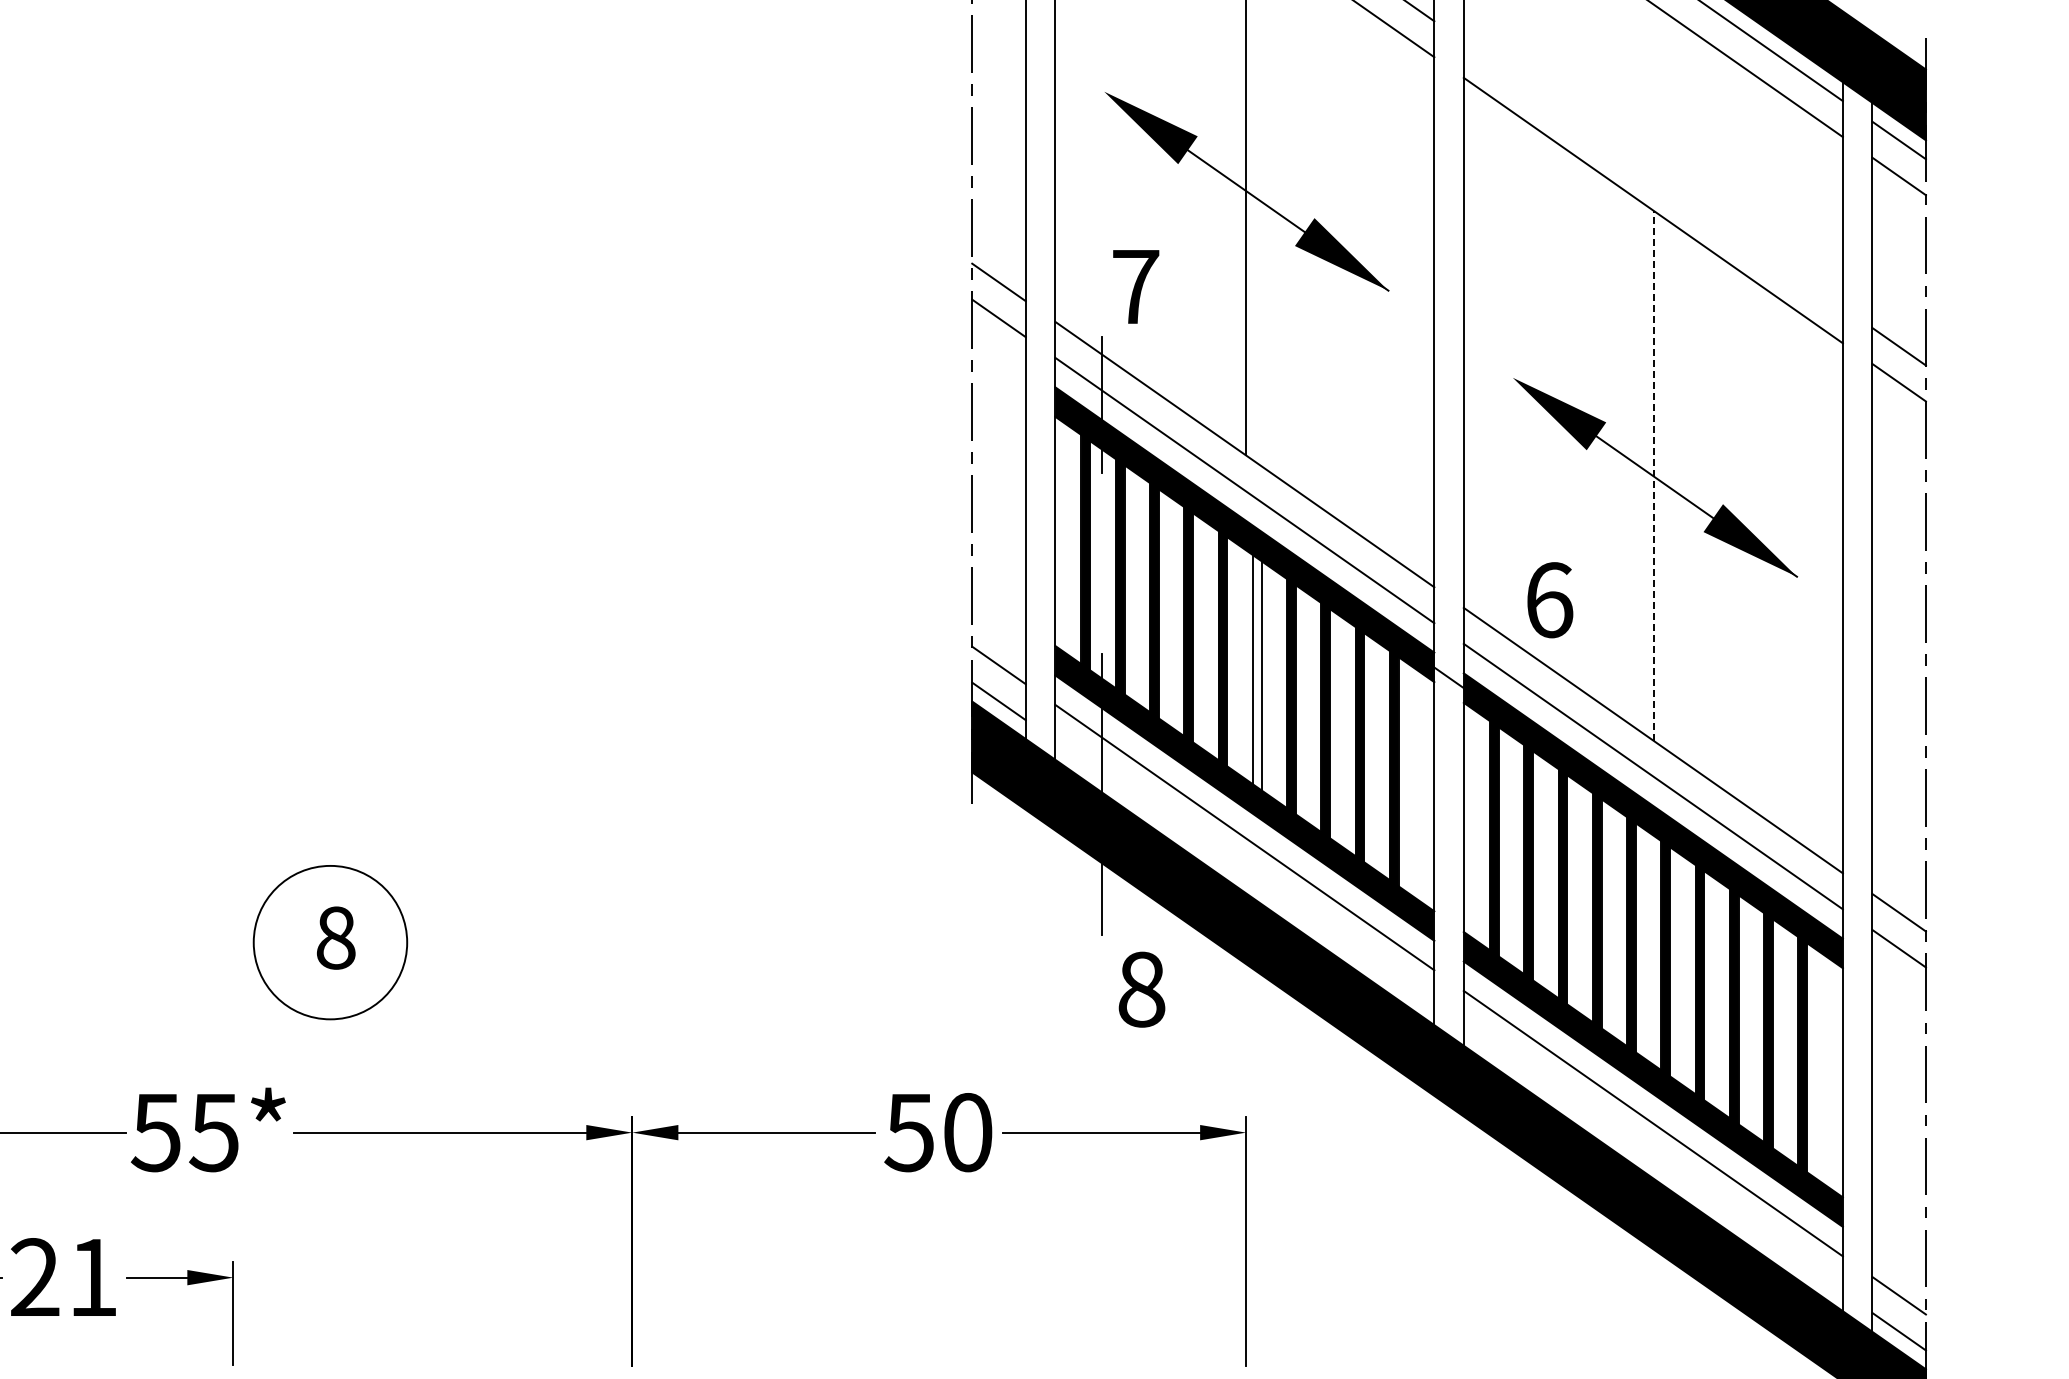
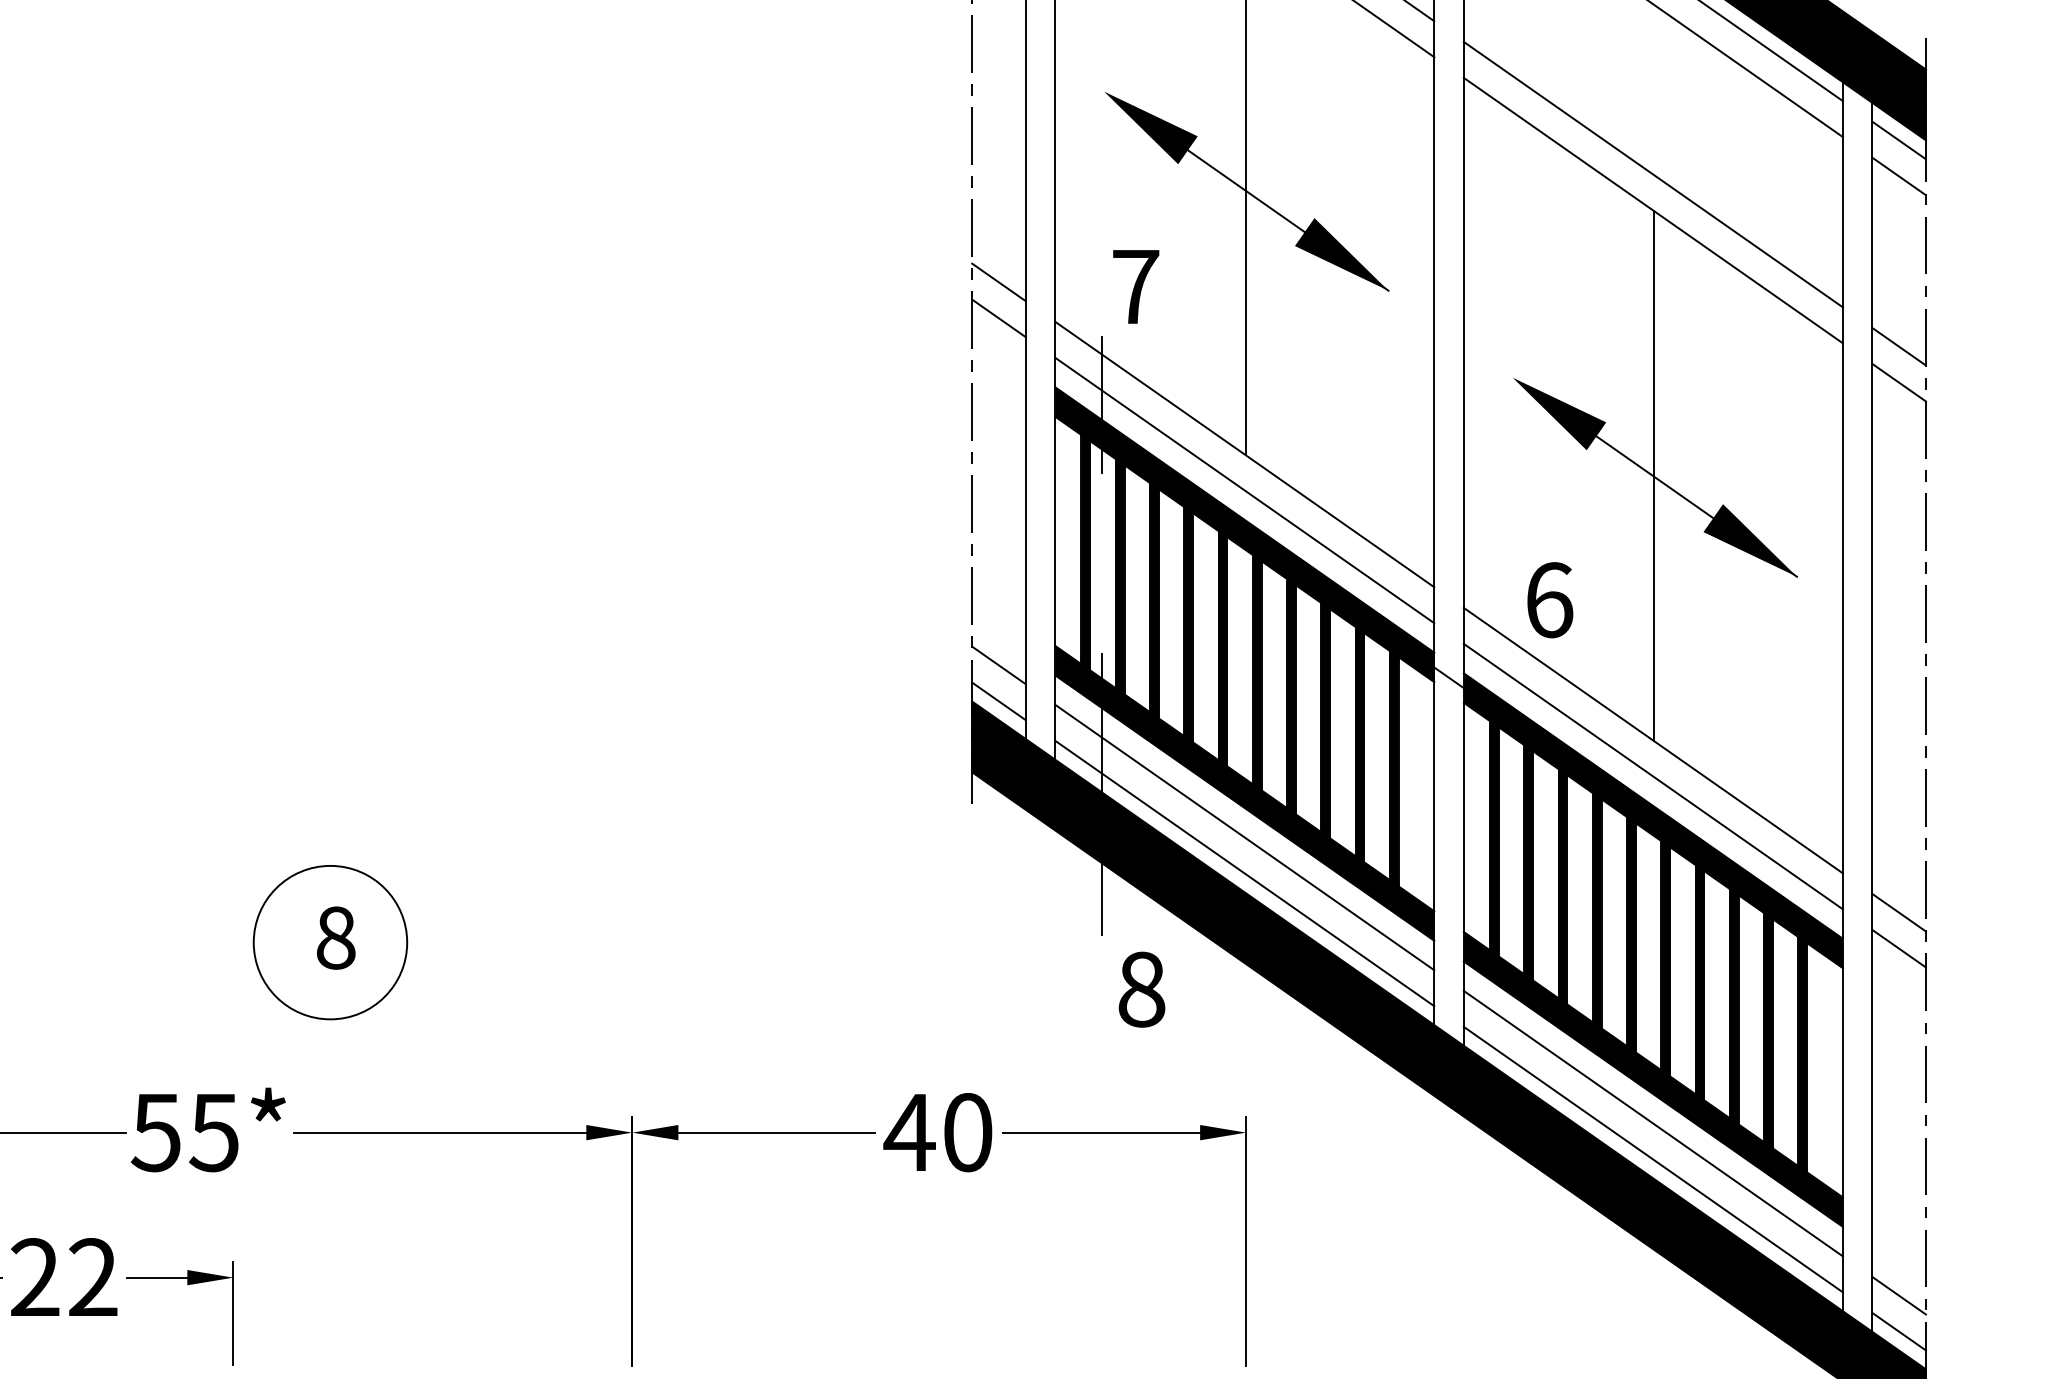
line at (1652, 174): none -> present
line at (1654, 475): dashed -> solid
fill at (1256, 672): none -> present
line at (1244, 873): none -> present
text at (909, 1133): 50 -> 40
line at (1652, 1159): none -> present
text at (93, 1276): 21 -> 22
